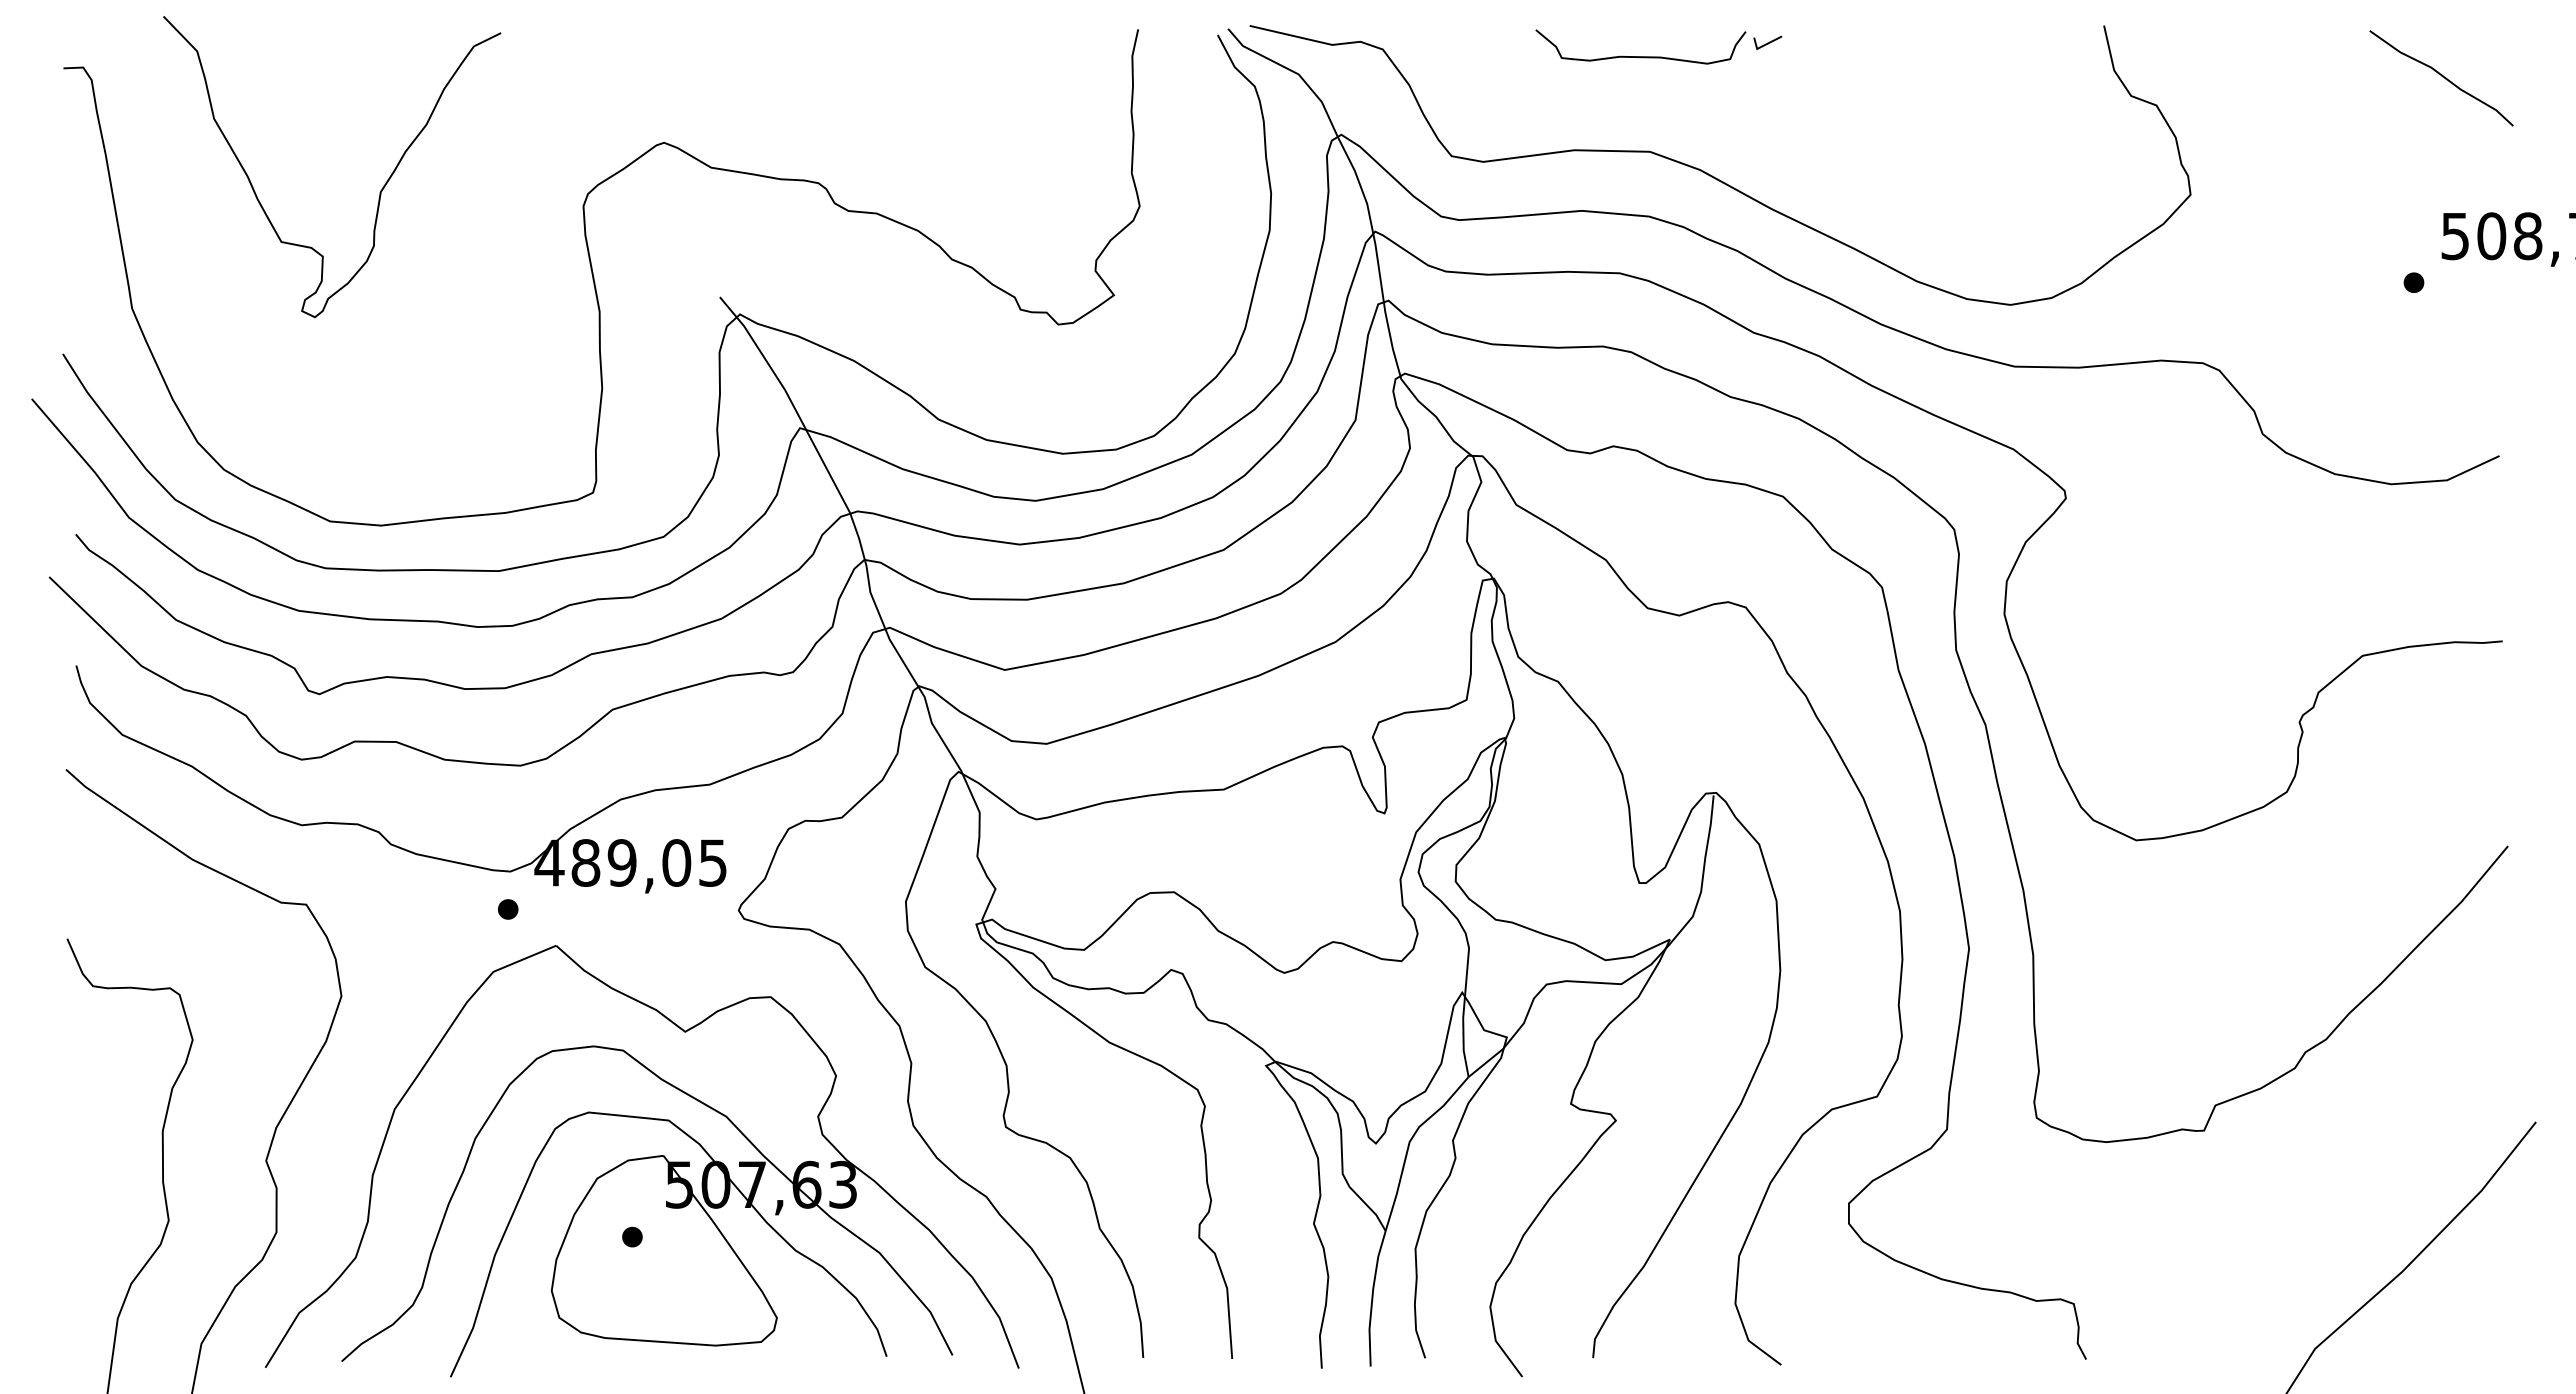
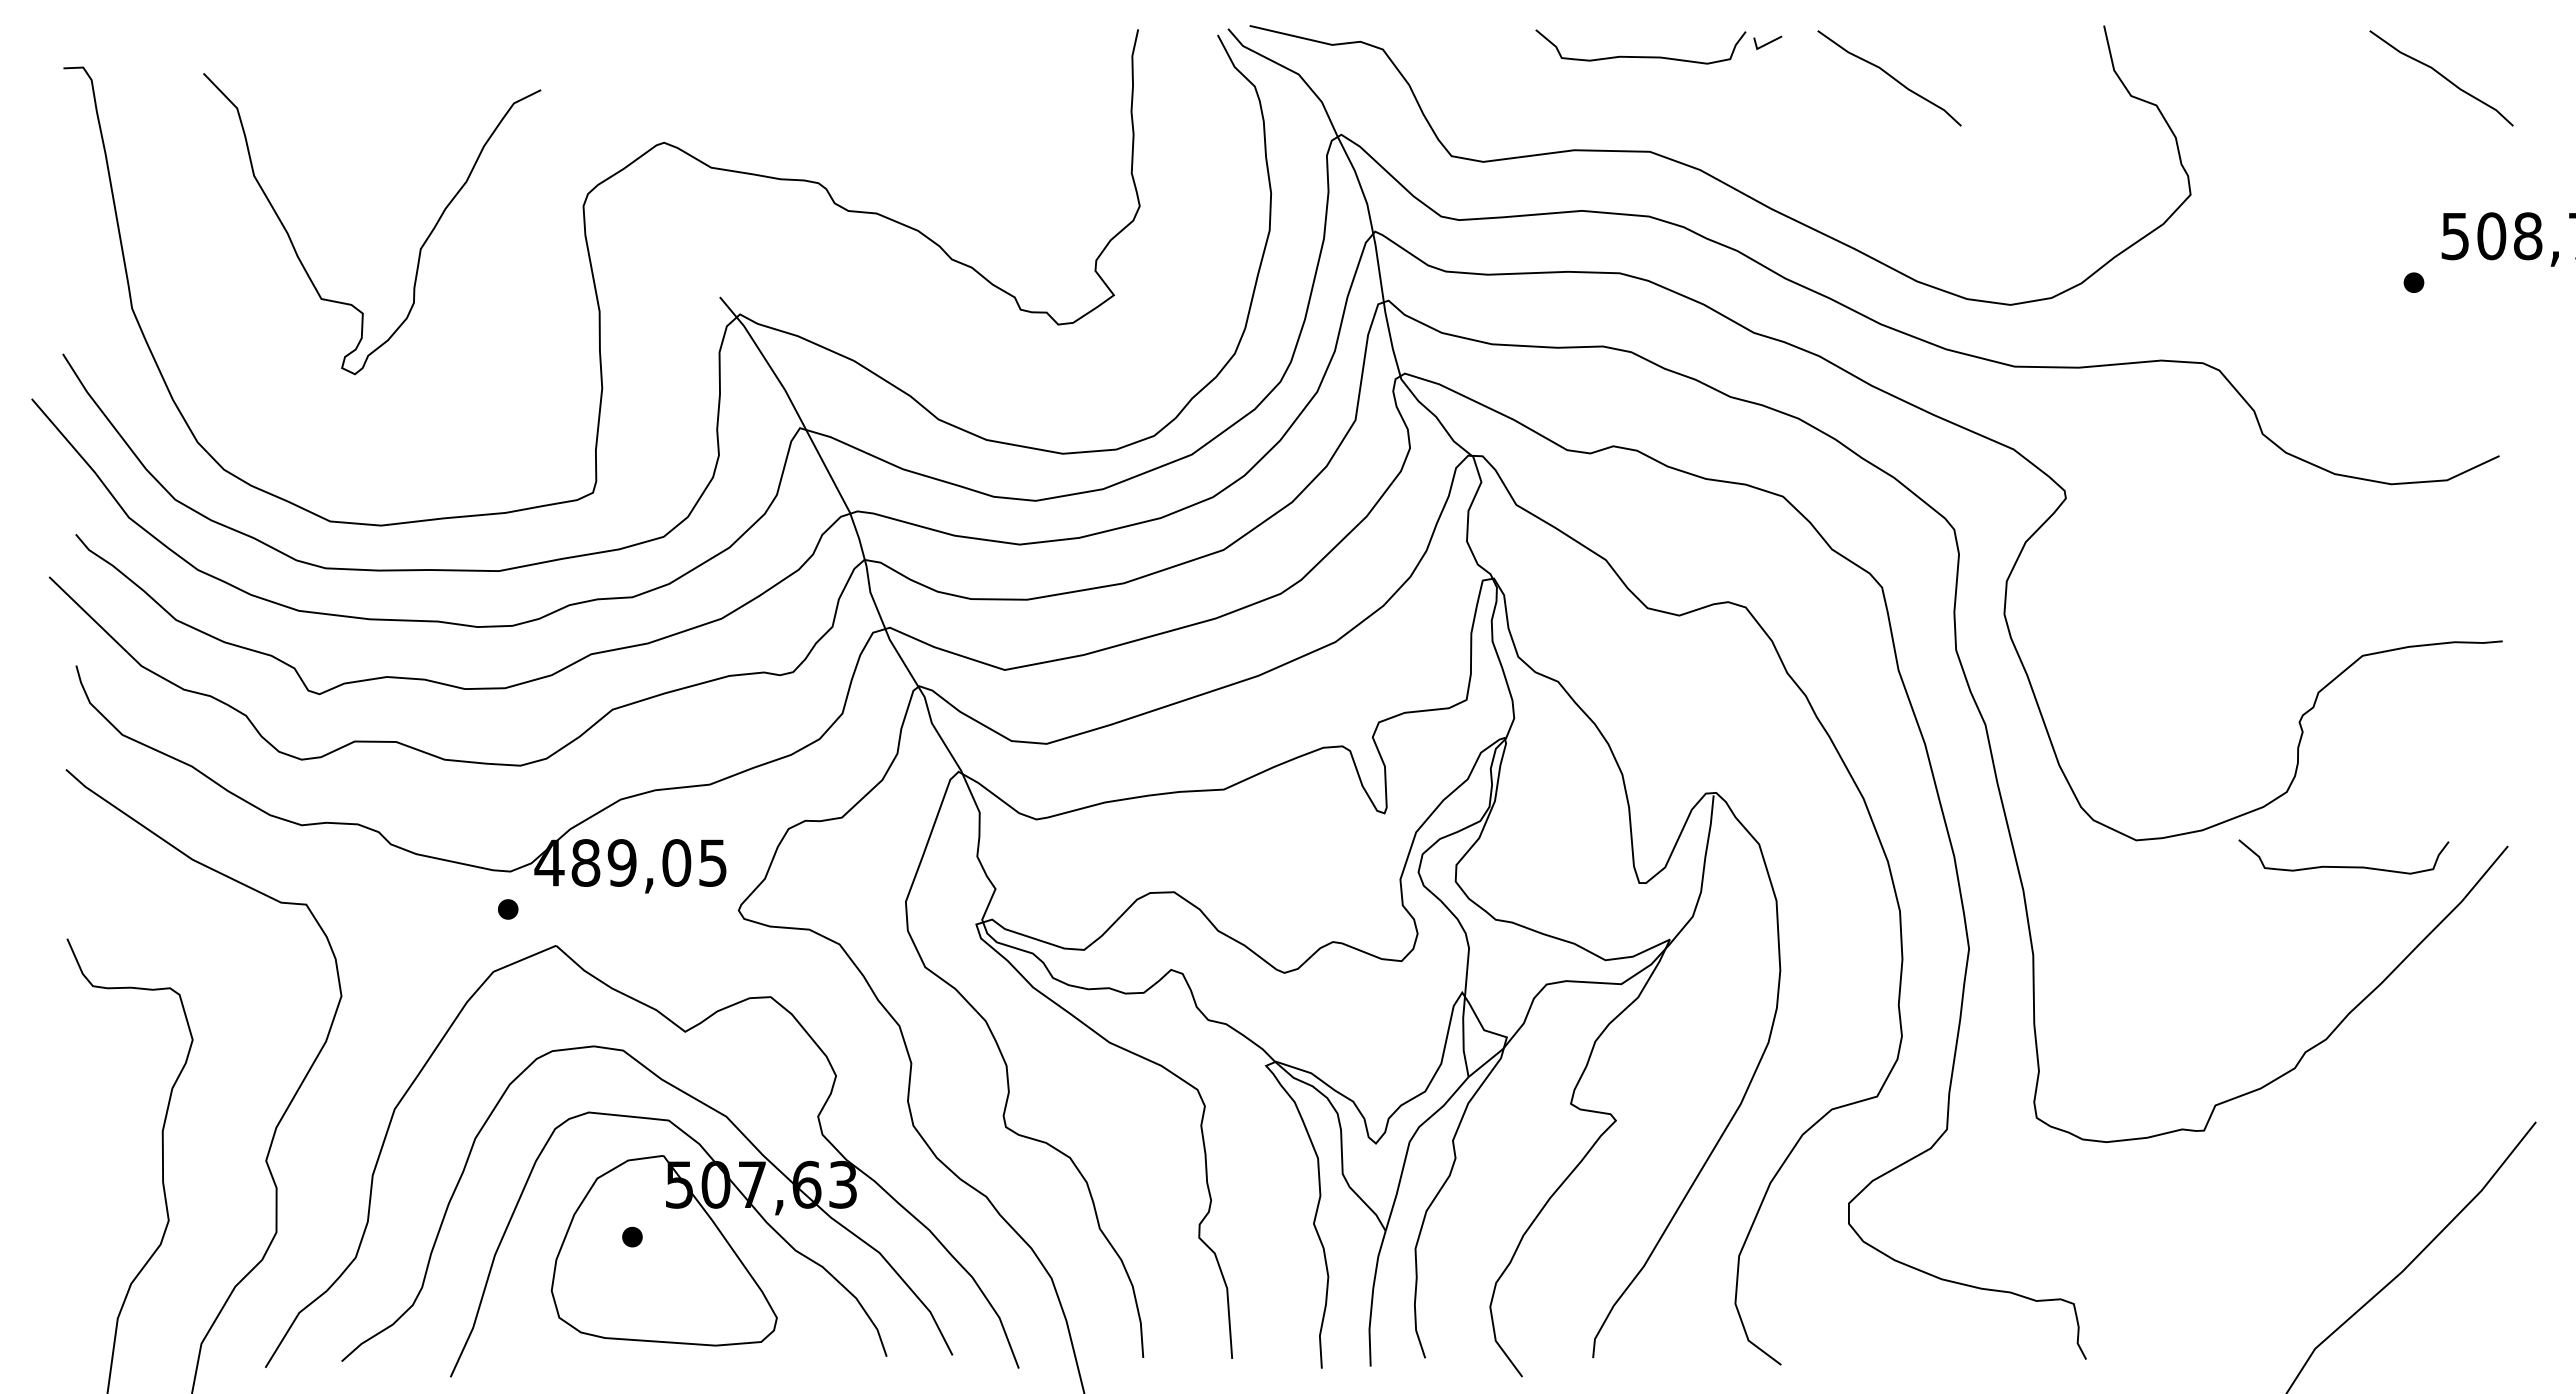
curve at (1890, 77): none -> present
curve at (380, 190) position: (380, 190) -> (420, 247)
curve at (2343, 866): none -> present
